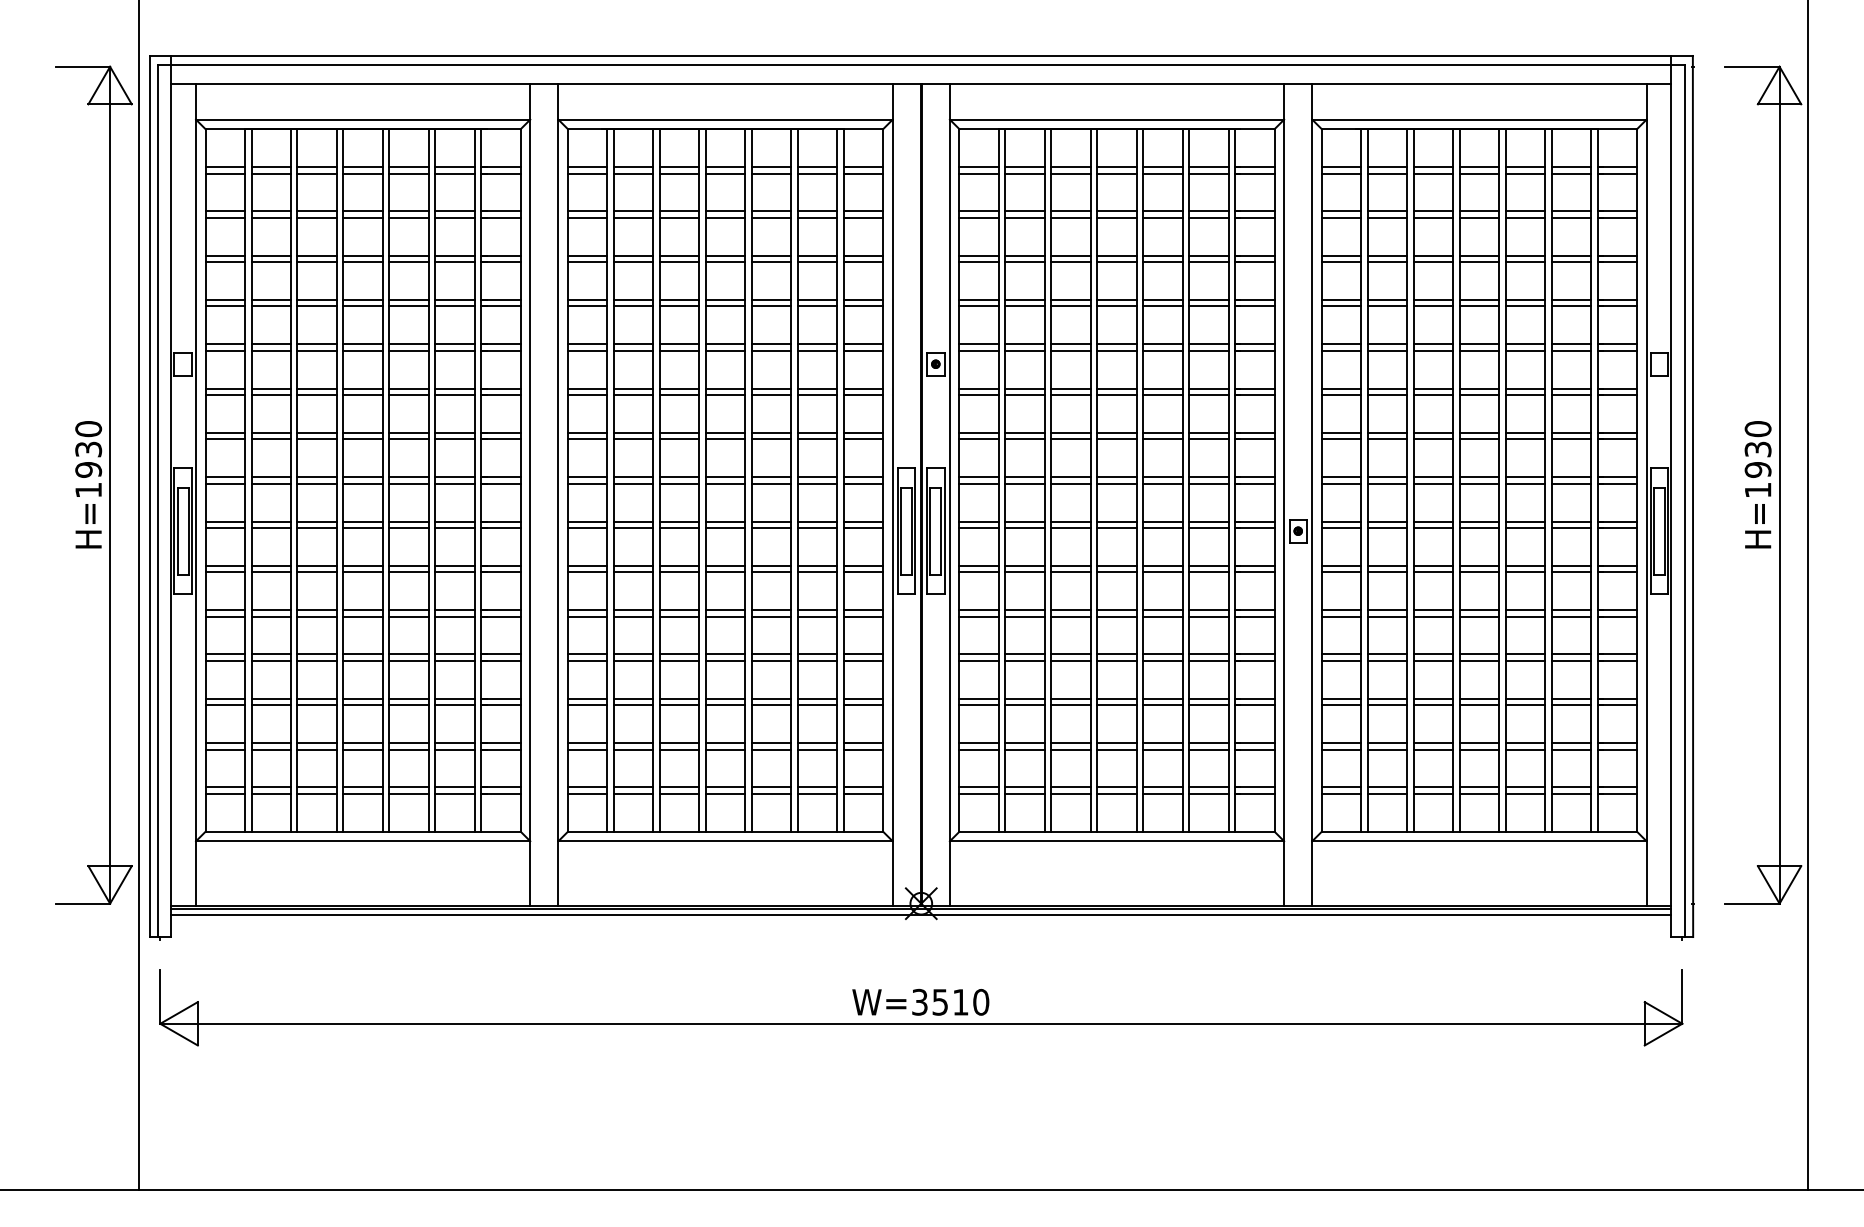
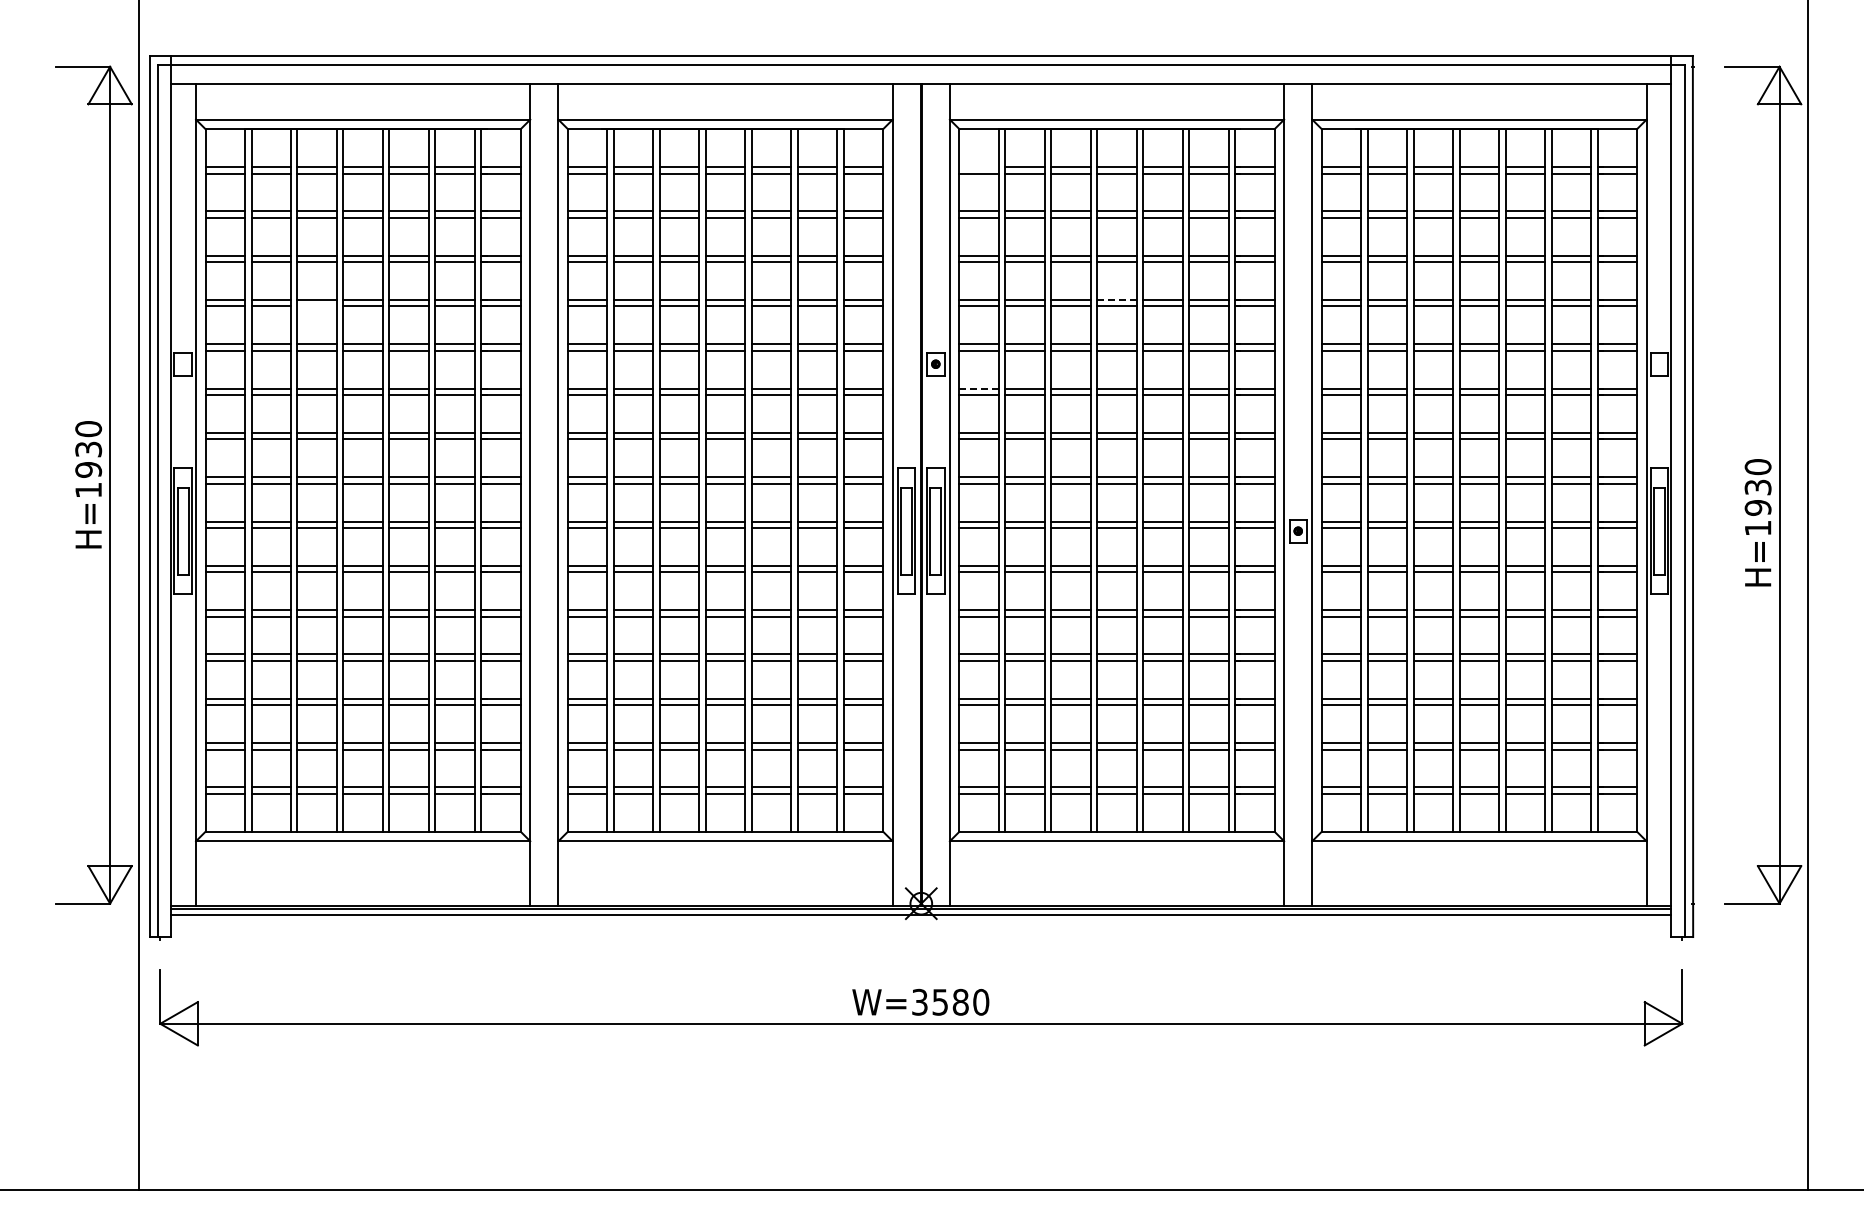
line at (978, 167): present -> none
line at (1117, 299): solid -> dashed
line at (316, 306): present -> none
line at (979, 388): solid -> dashed
text at (1757, 484) position: (1757, 484) -> (1757, 522)
text at (960, 1001): W=3510 -> W=3580
